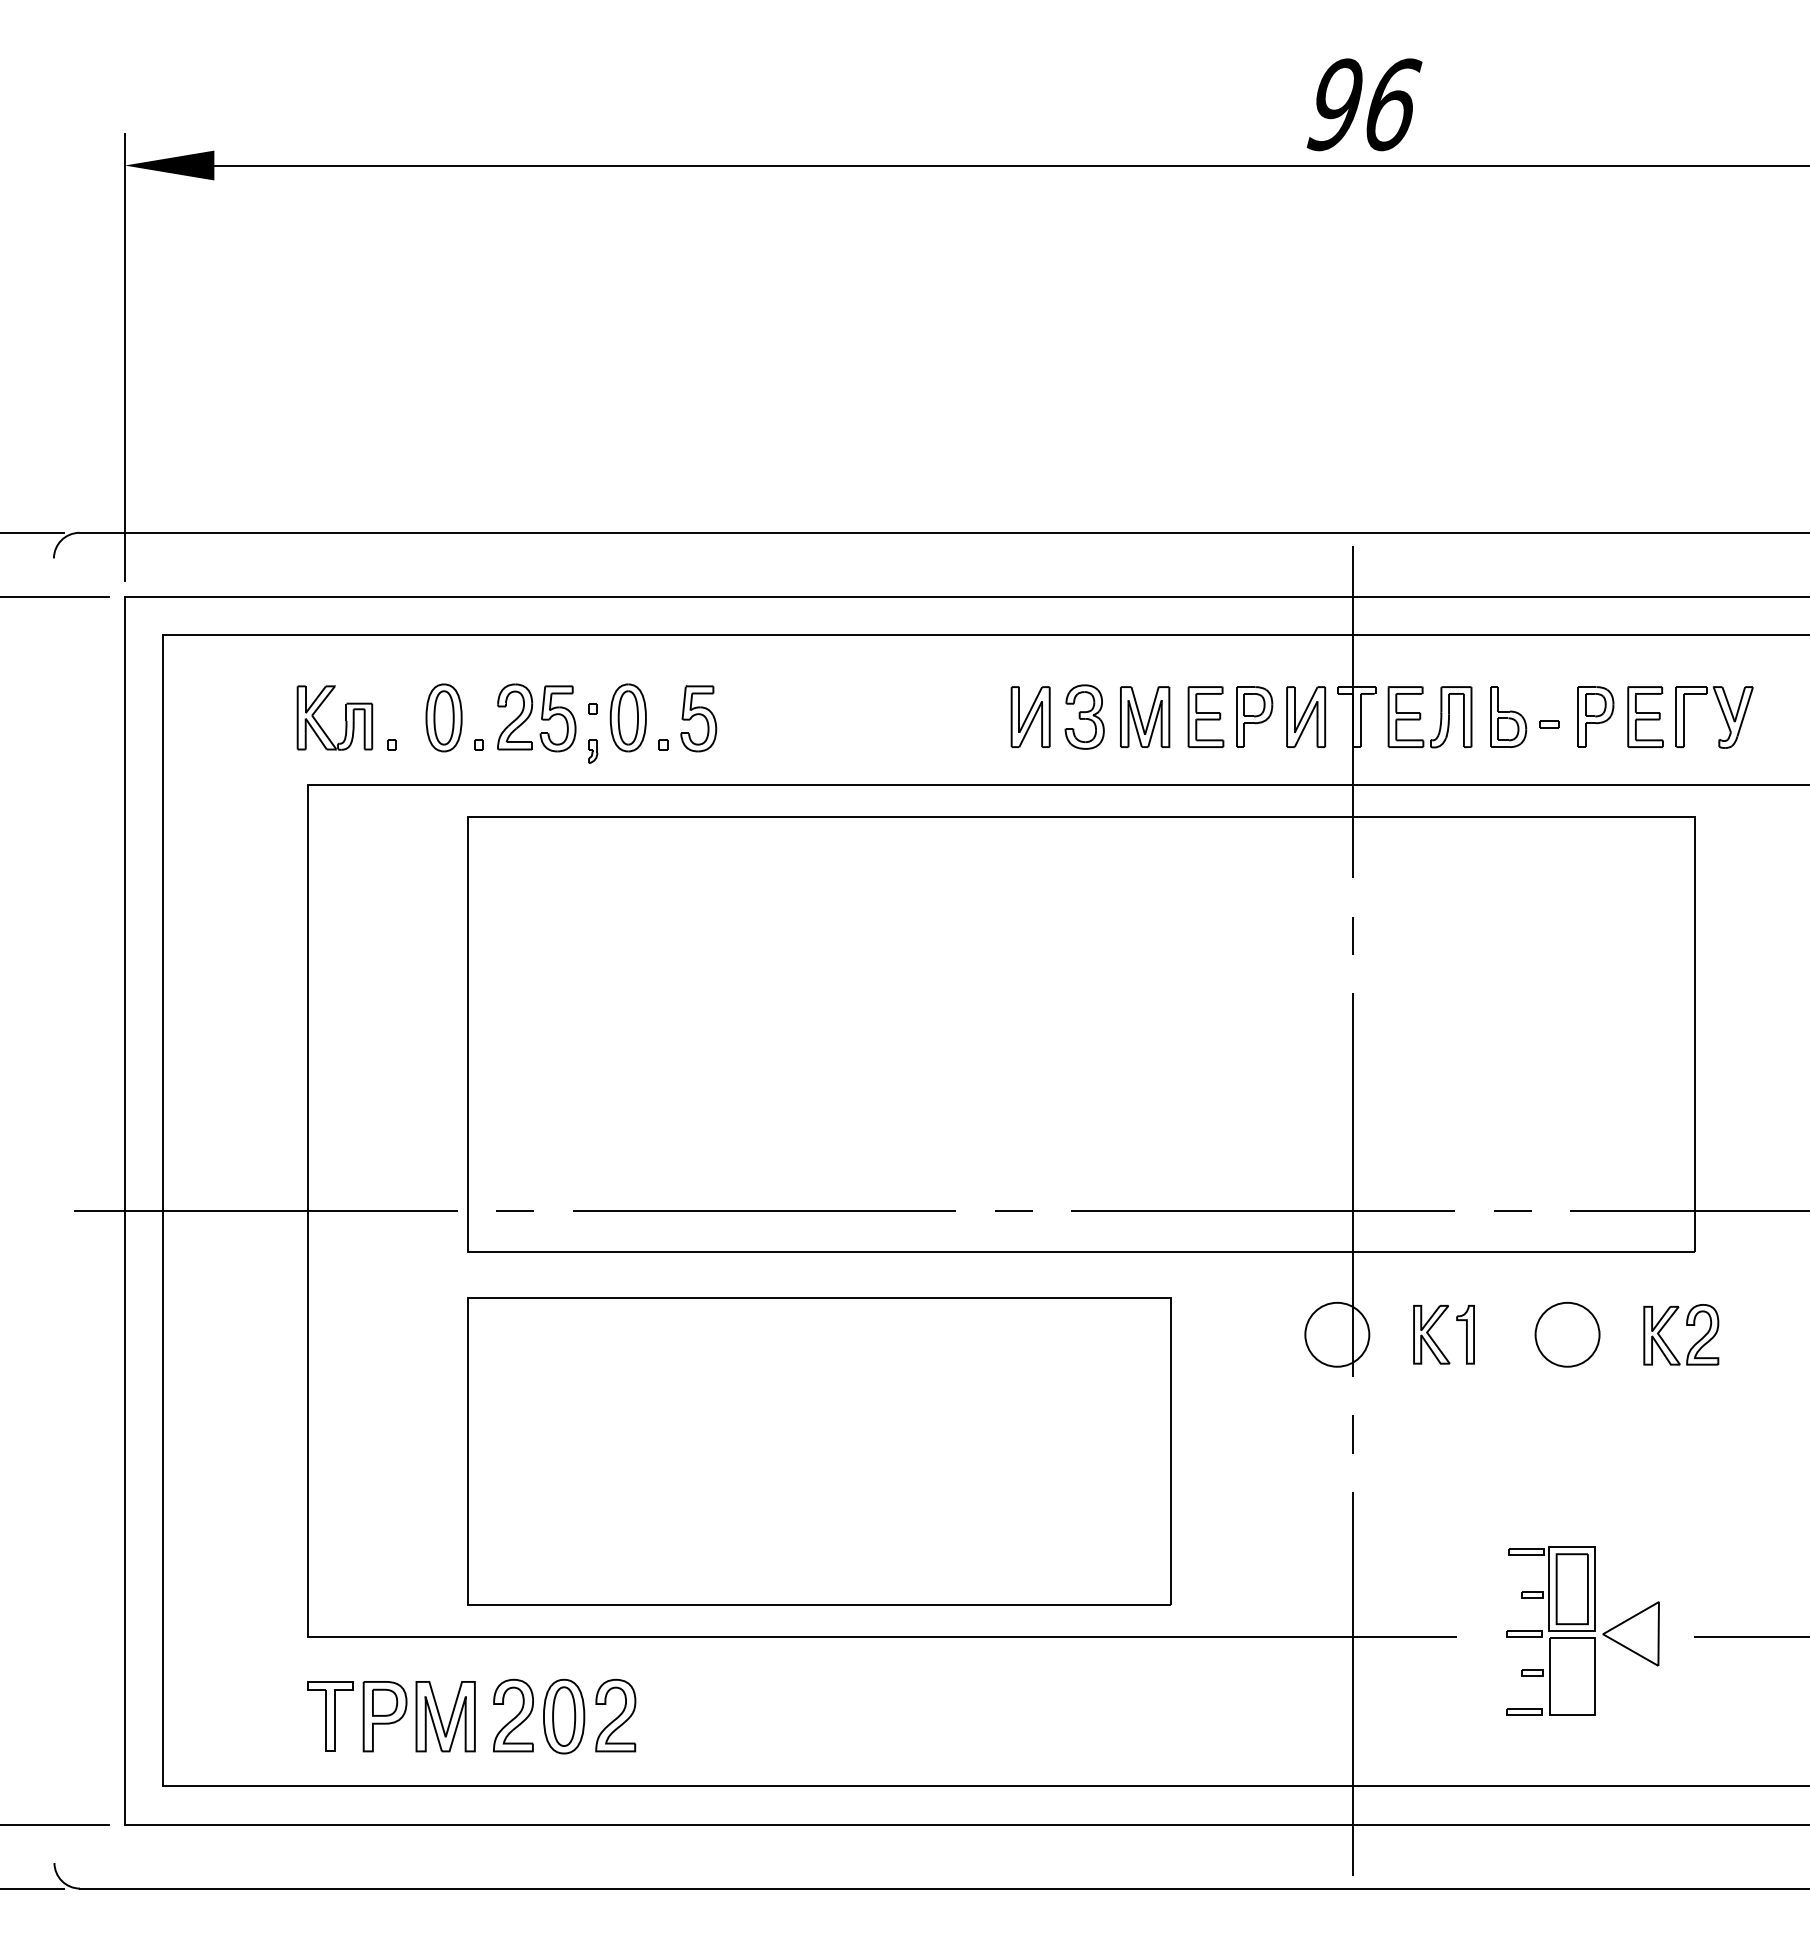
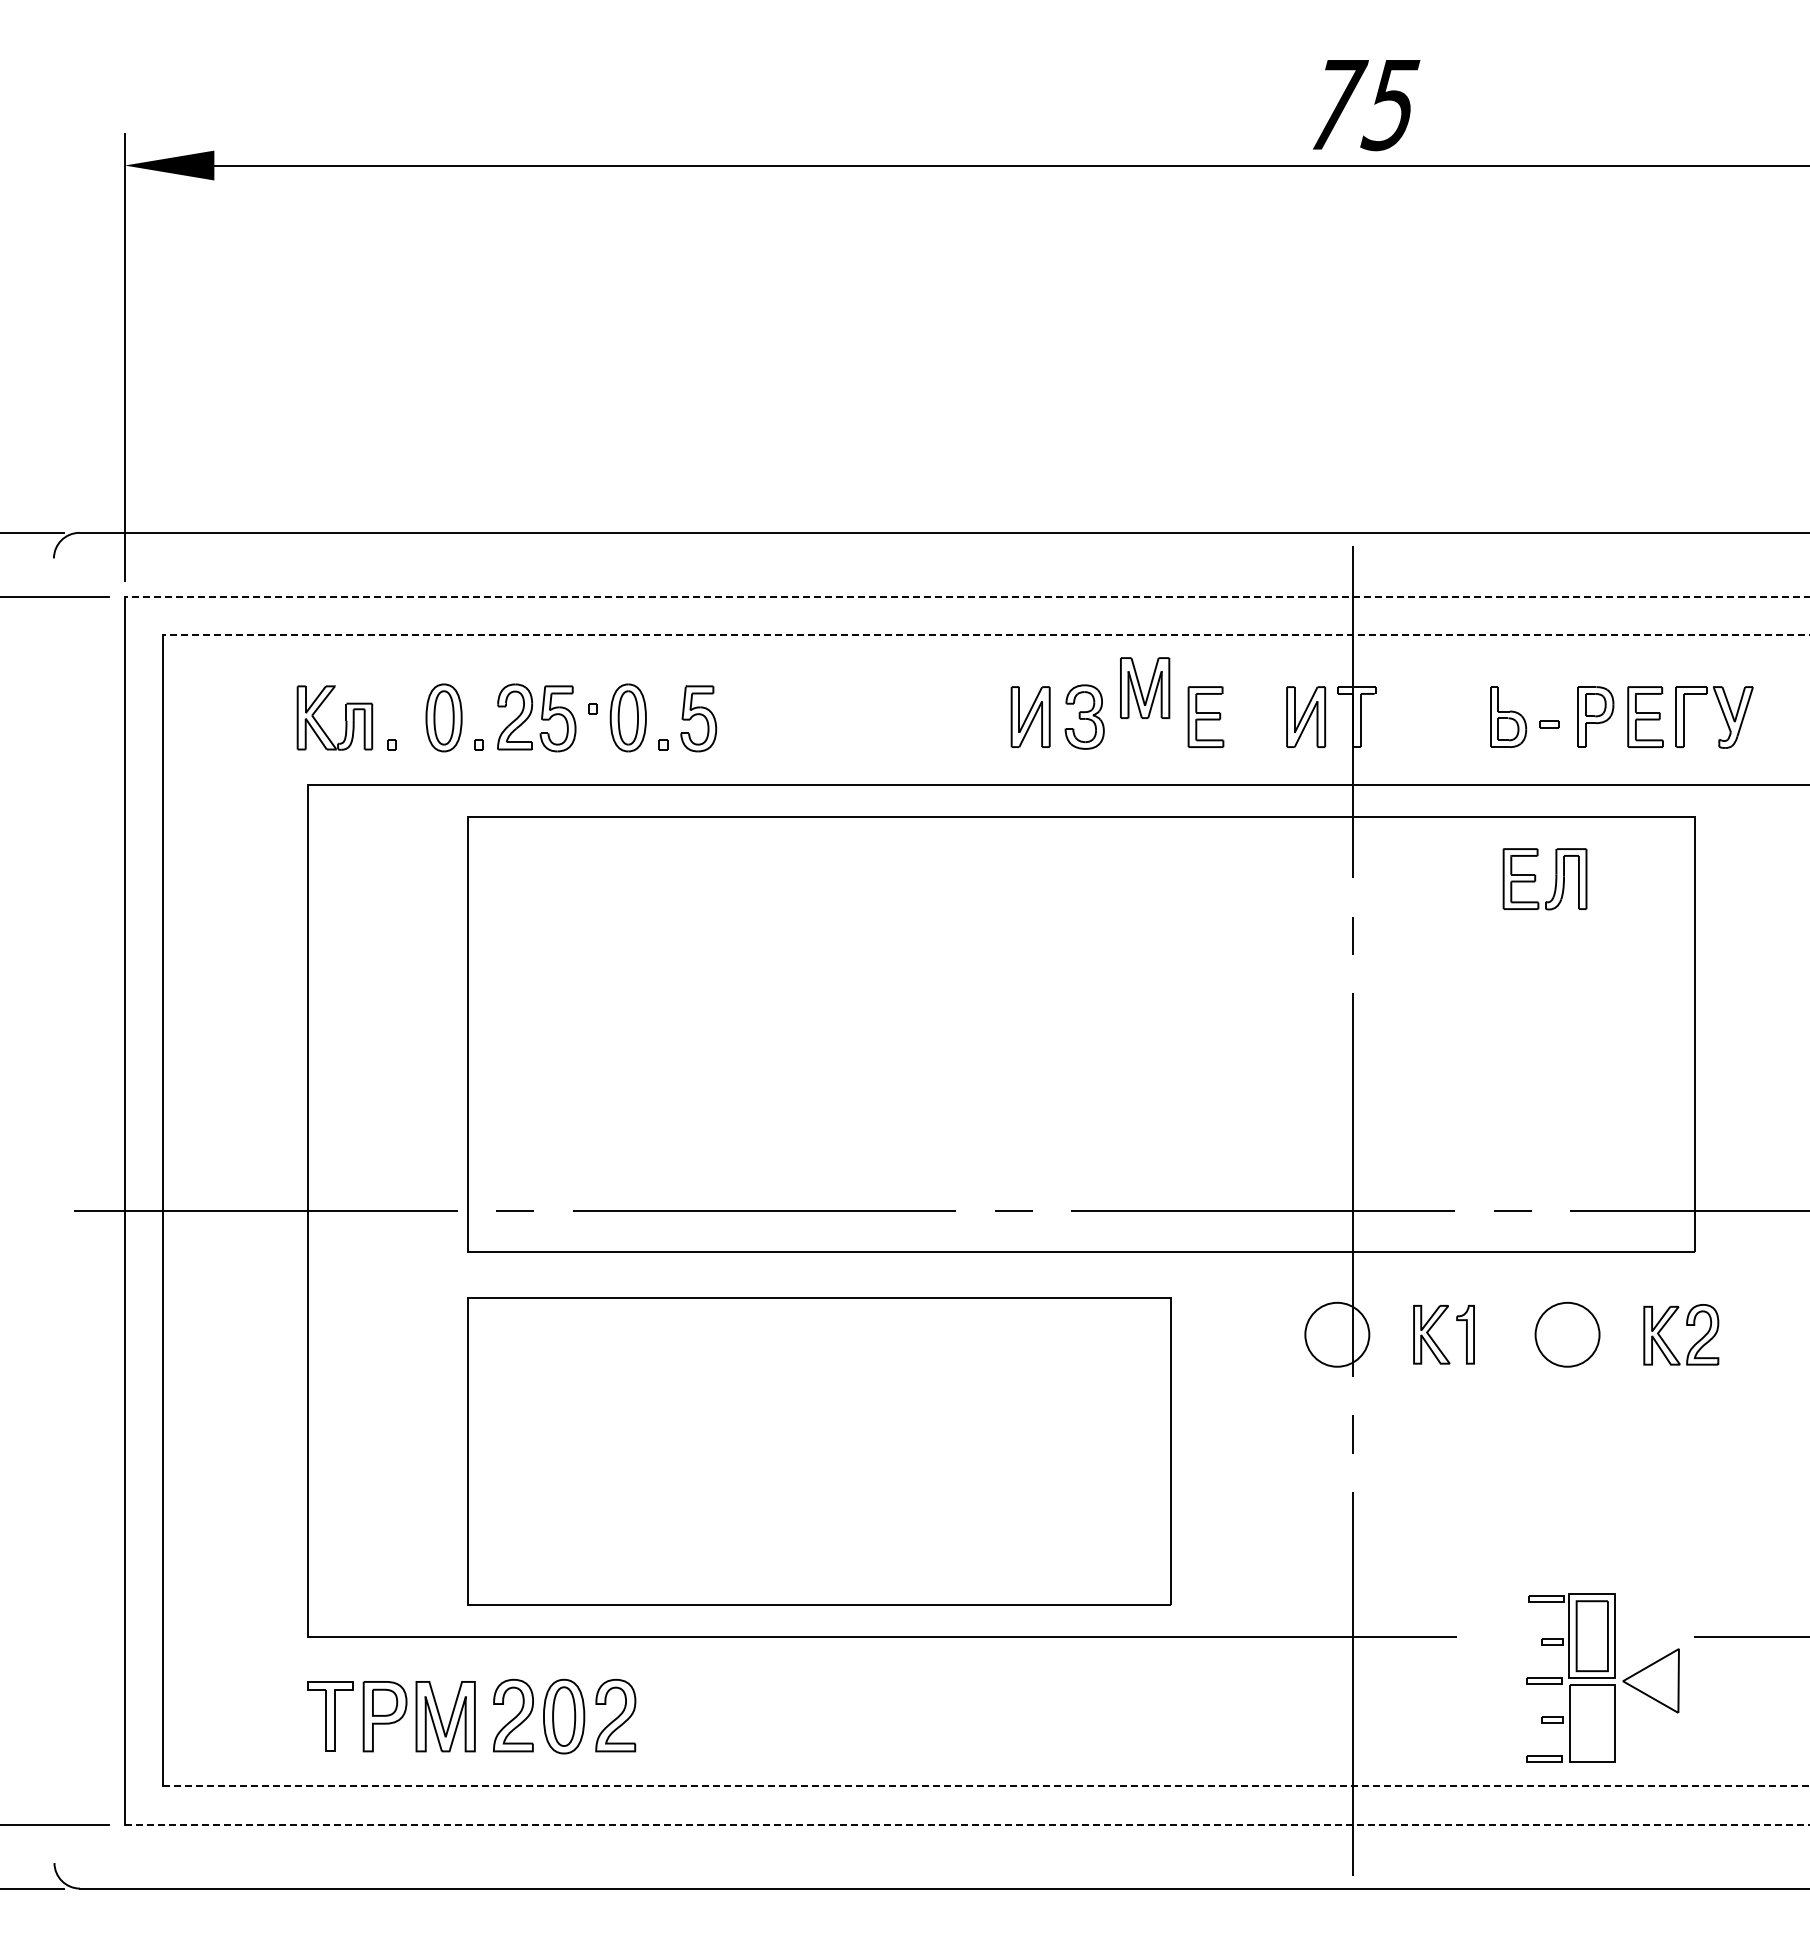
text at (1364, 104): 96 -> 75
line at (966, 596): solid -> dashed
line at (986, 635): solid -> dashed
part at (1145, 716) position: (1145, 716) -> (1145, 687)
part at (1254, 716): present -> none
part at (1421, 717) position: (1421, 717) -> (1536, 879)
part at (593, 751): present -> none
part at (1582, 1630) position: (1582, 1630) -> (1602, 1677)
line at (986, 1786): solid -> dashed
line at (967, 1824): solid -> dashed
